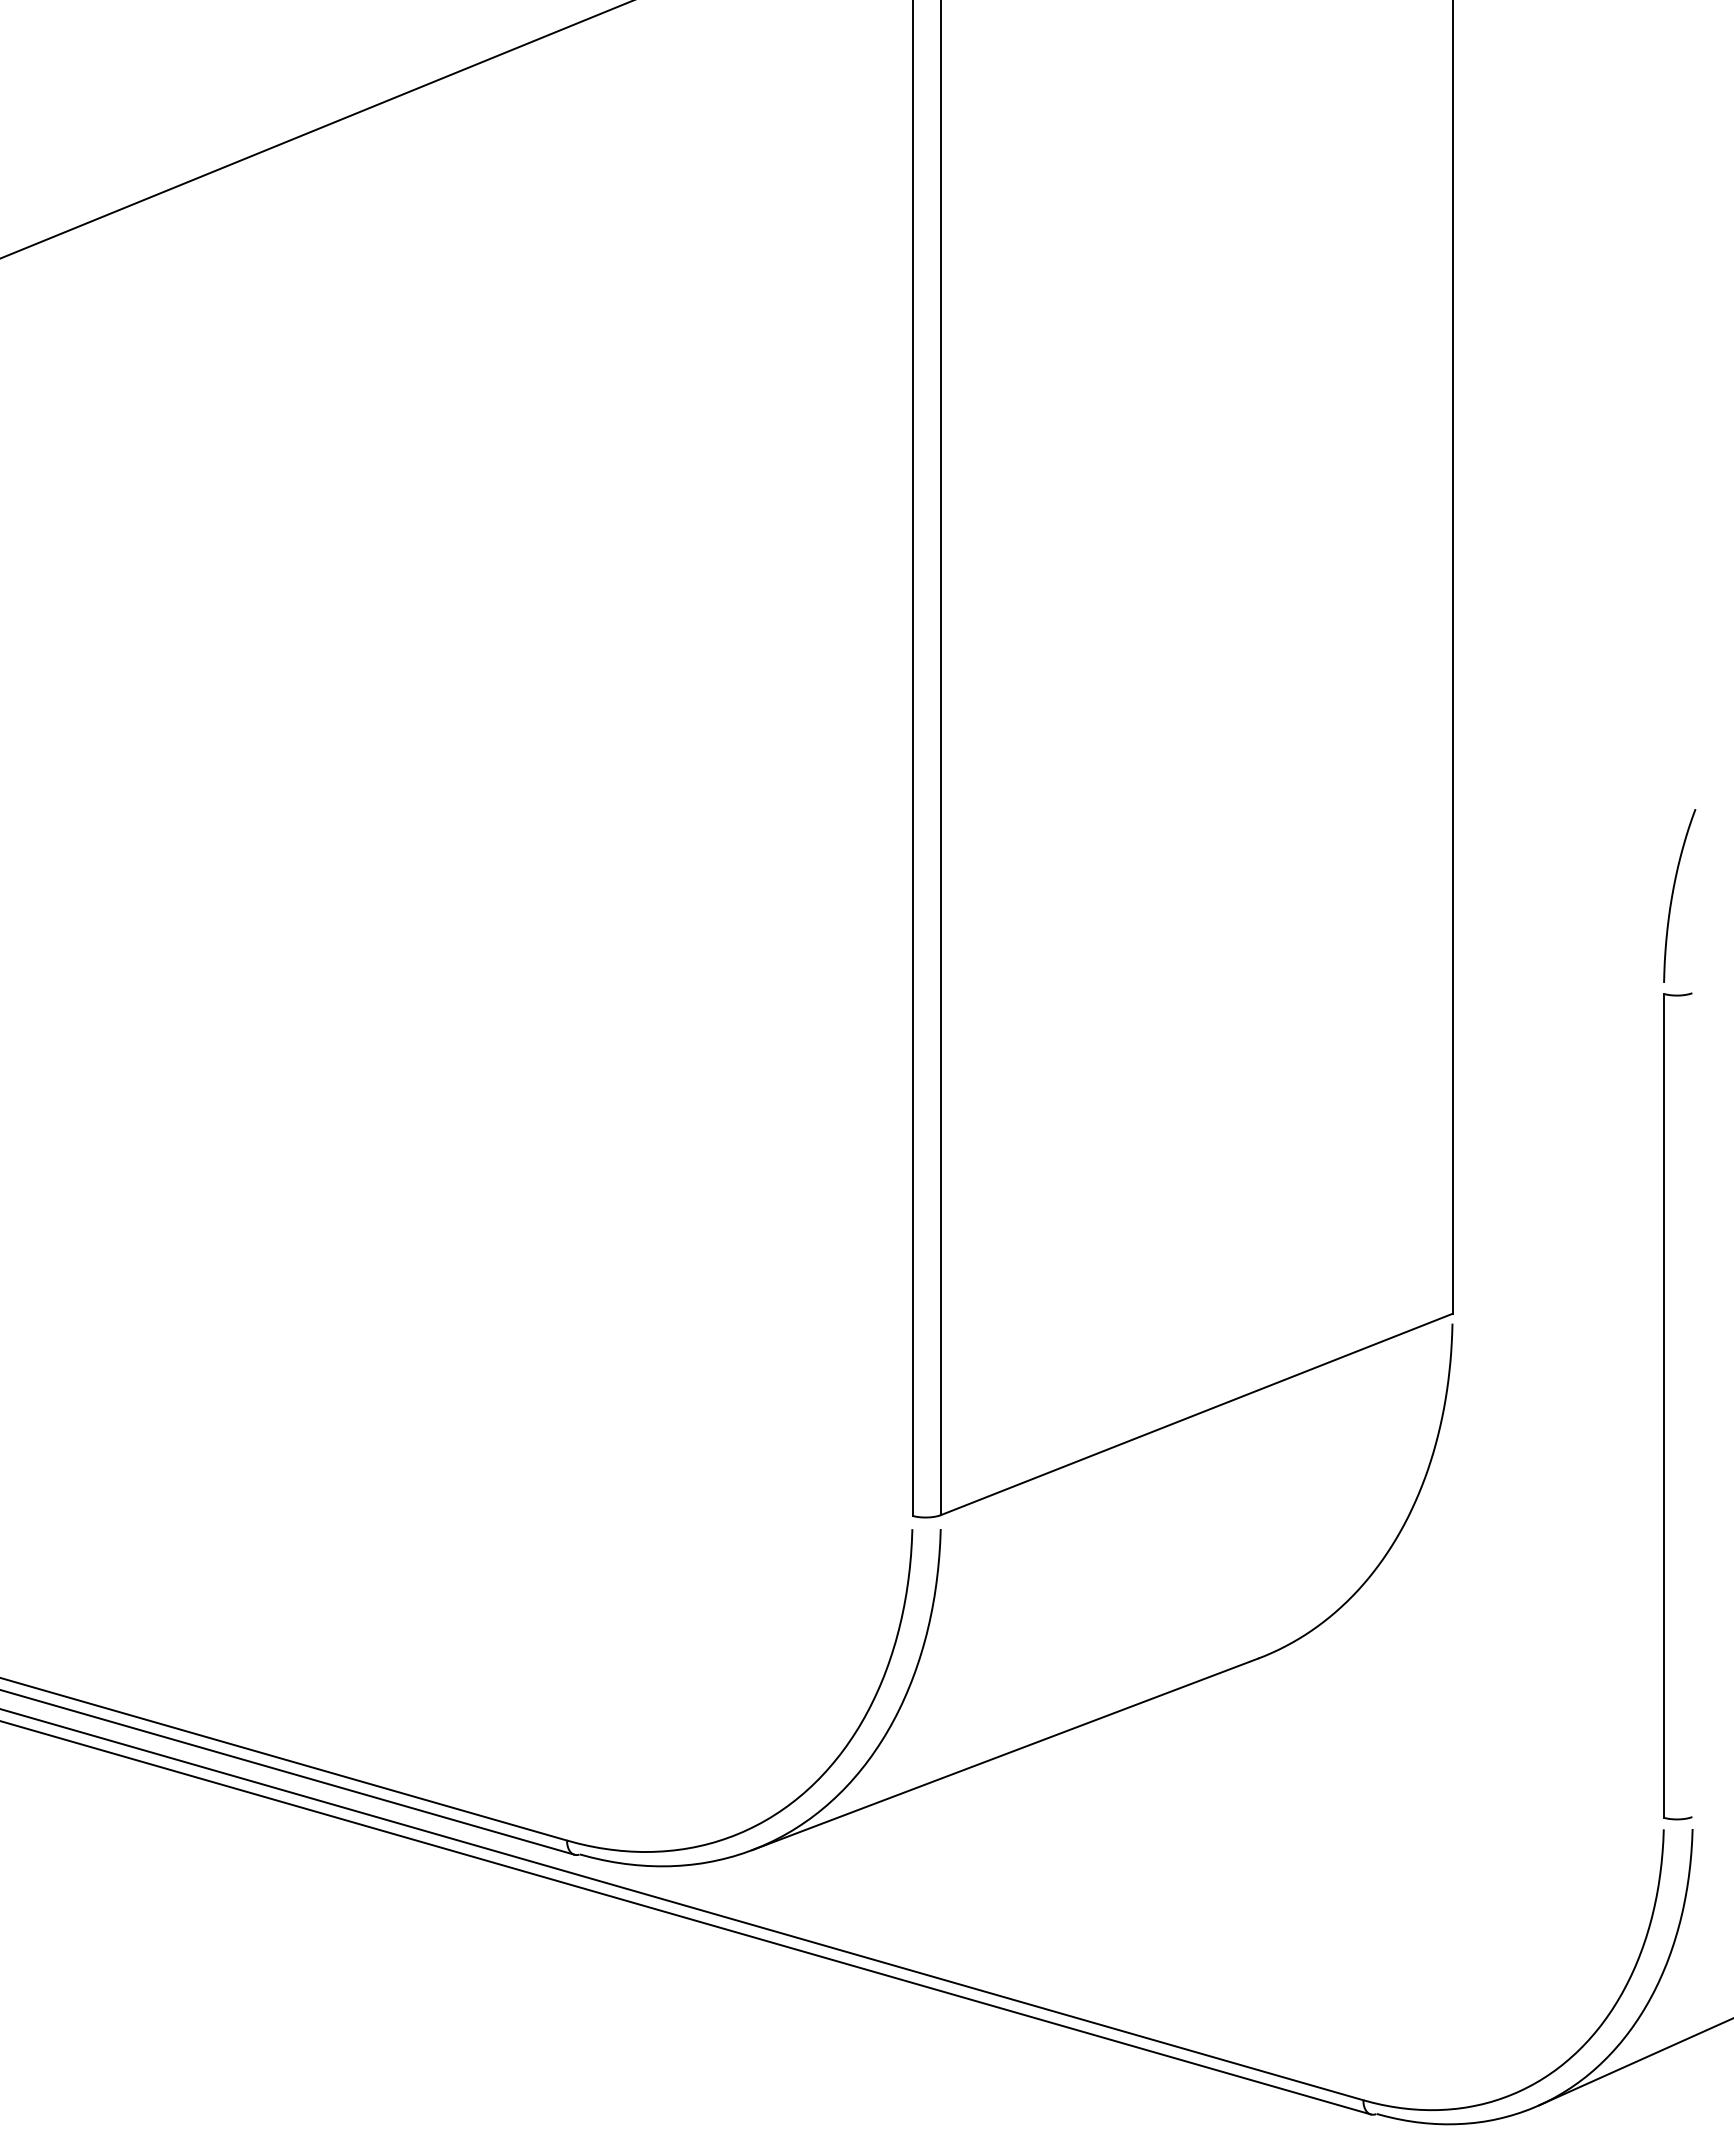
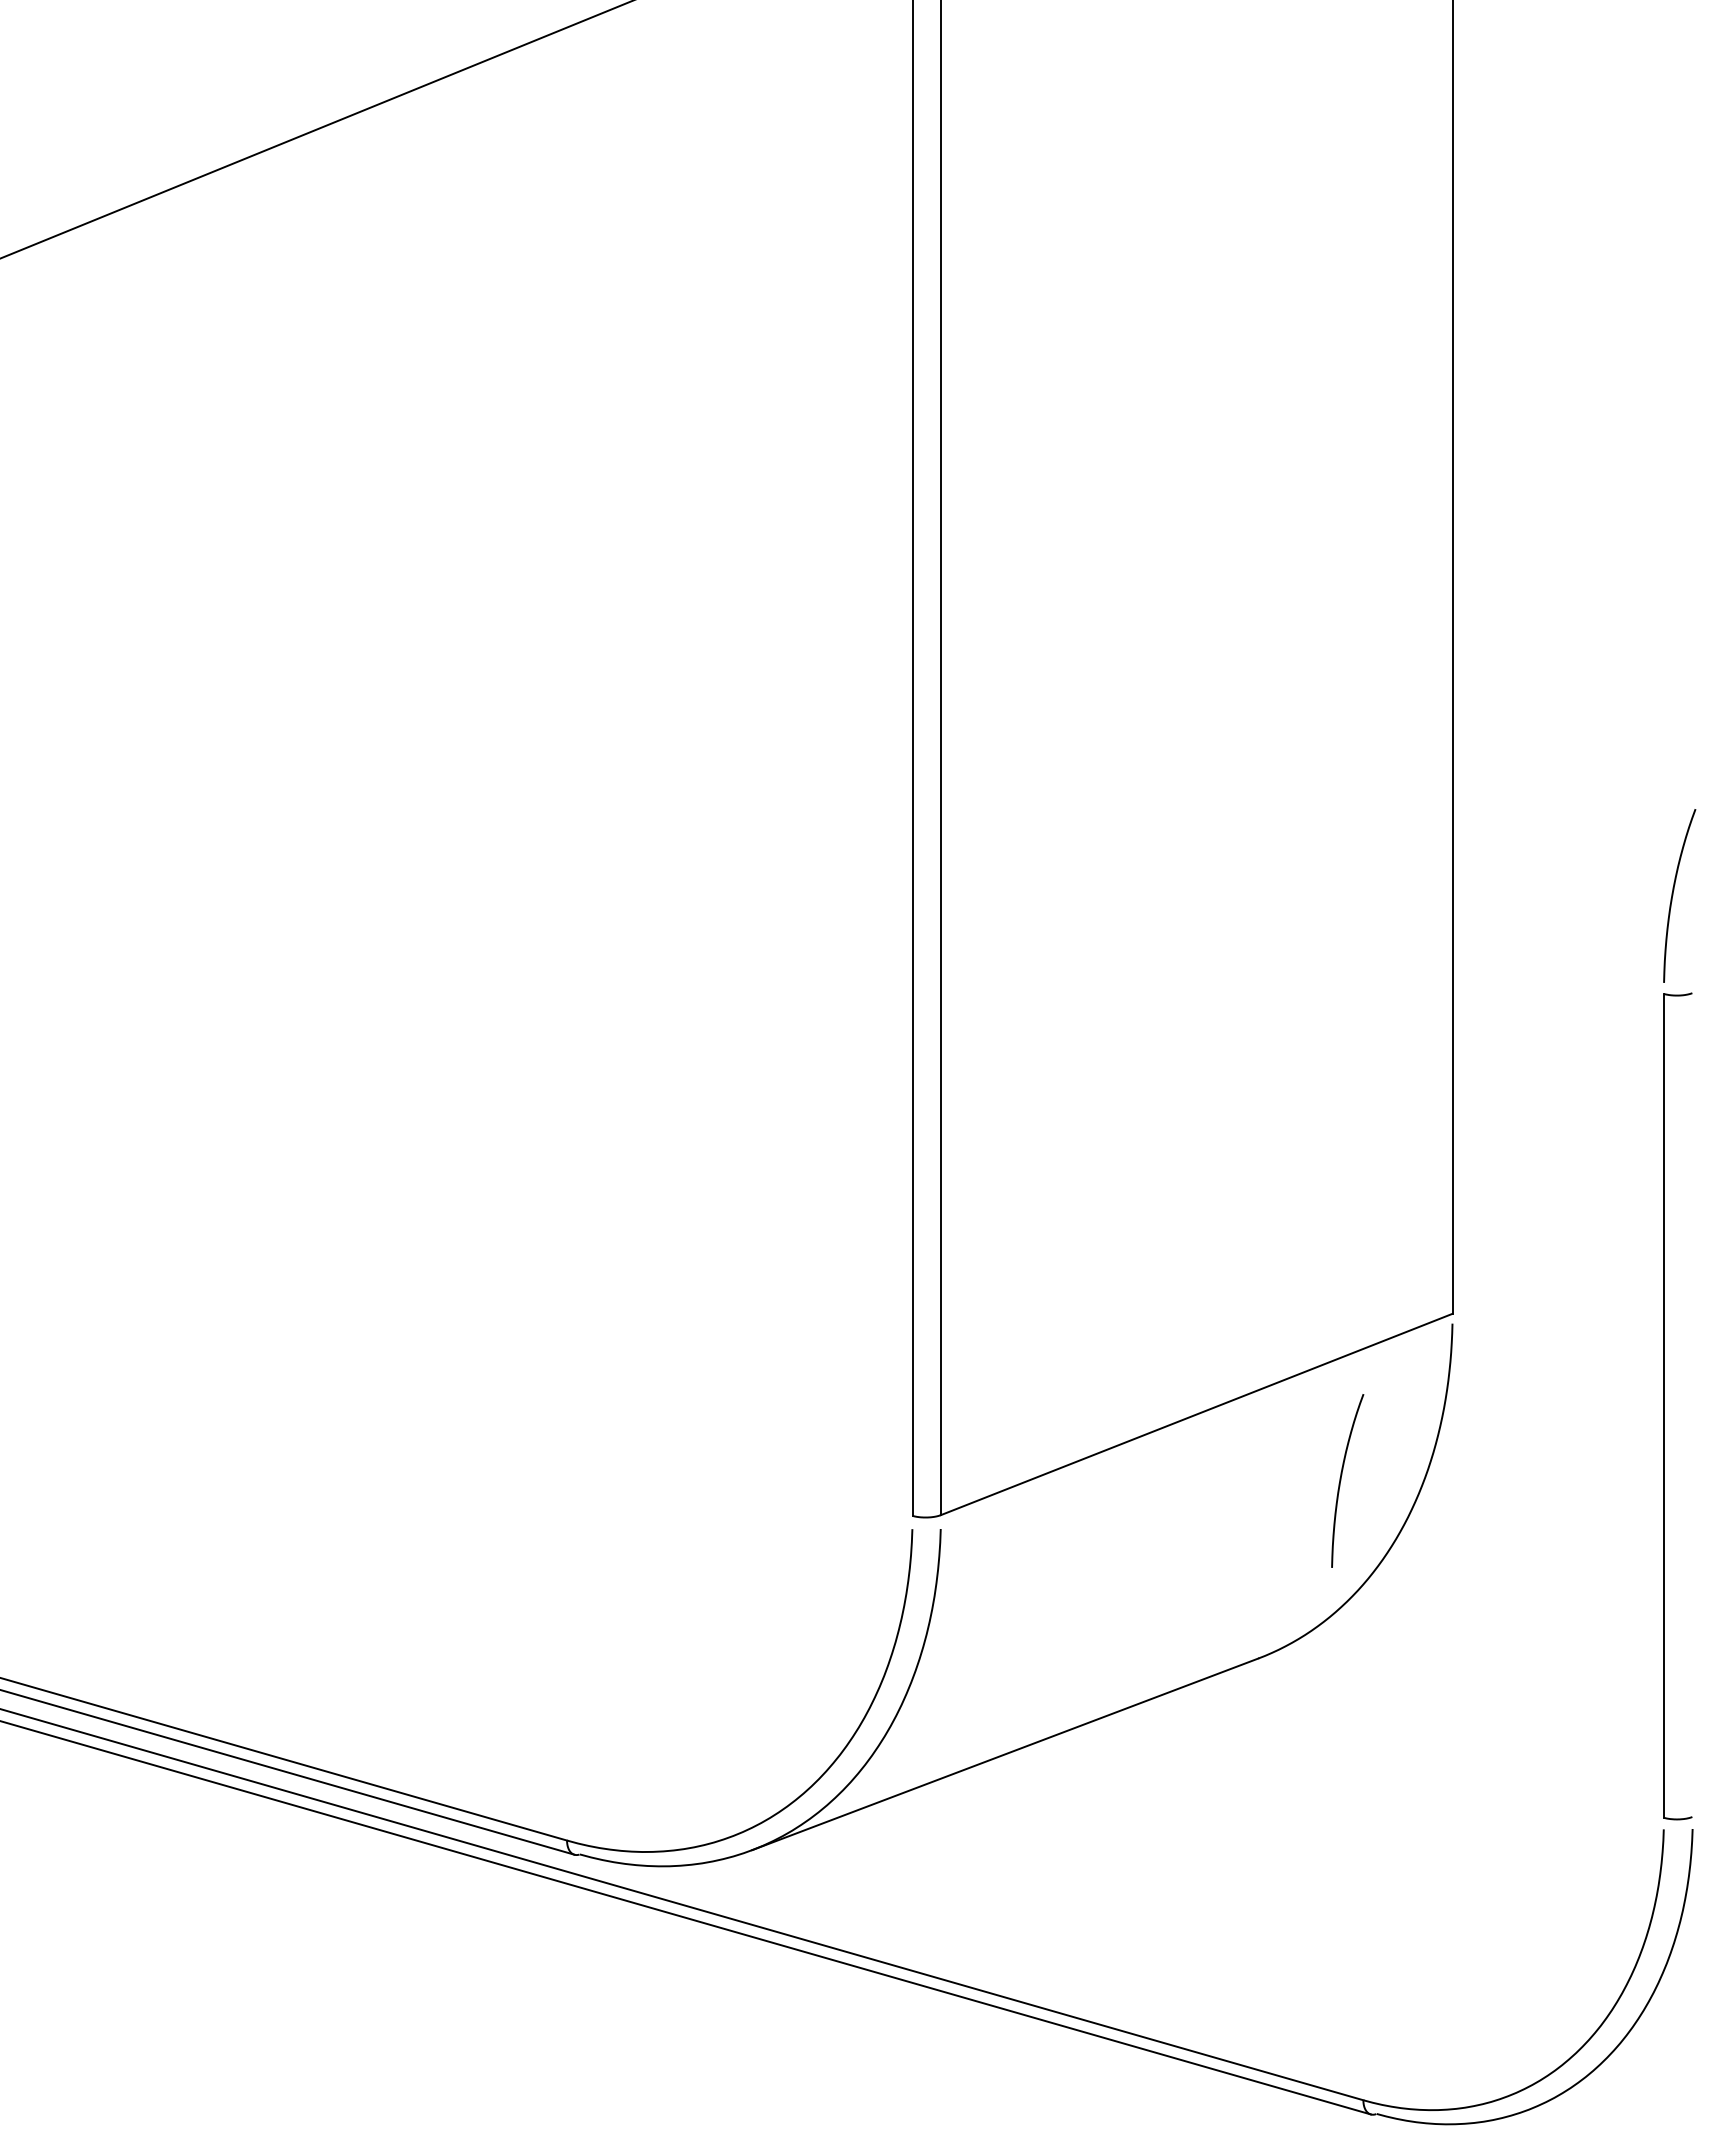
curve at (1341, 1480): none -> present
line at (1634, 2062): present -> none
